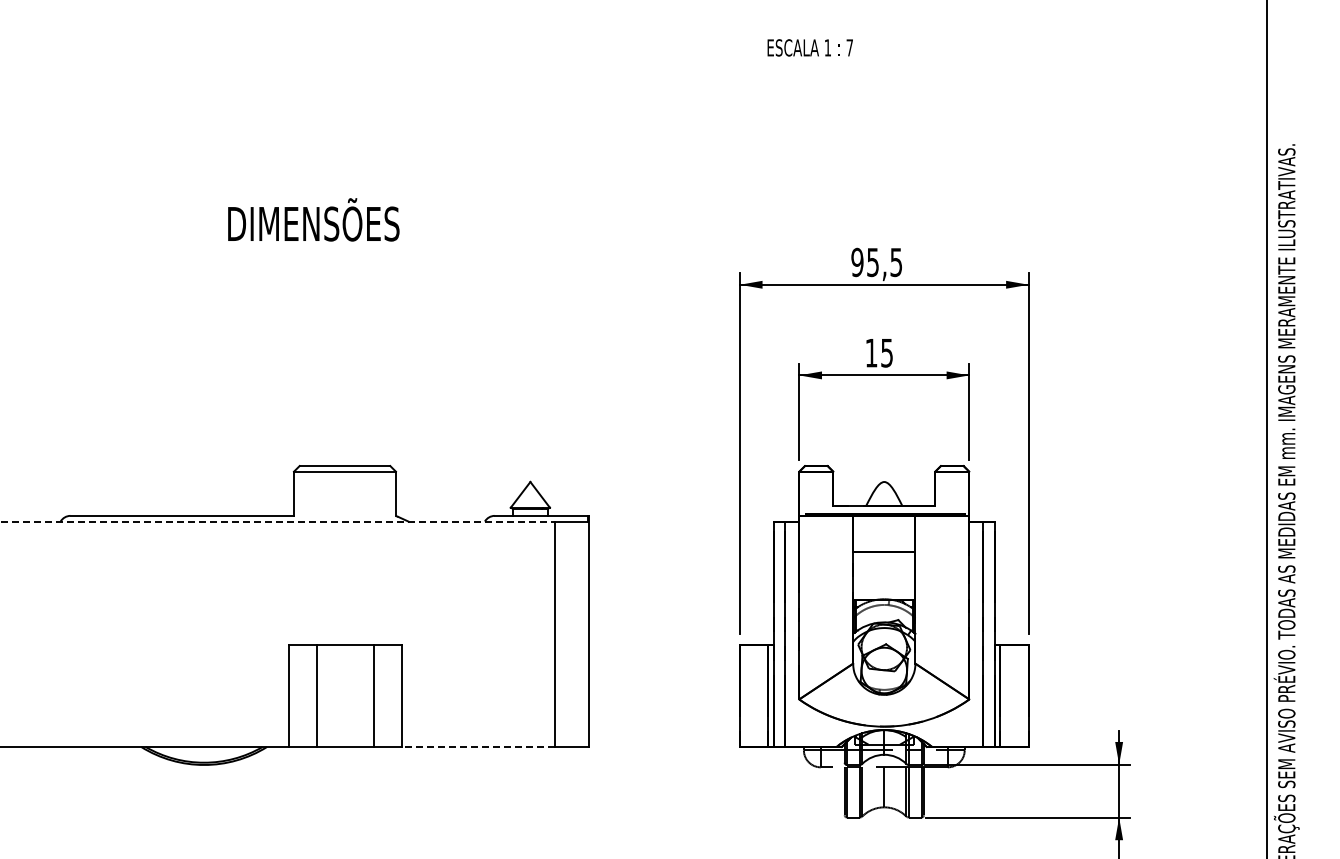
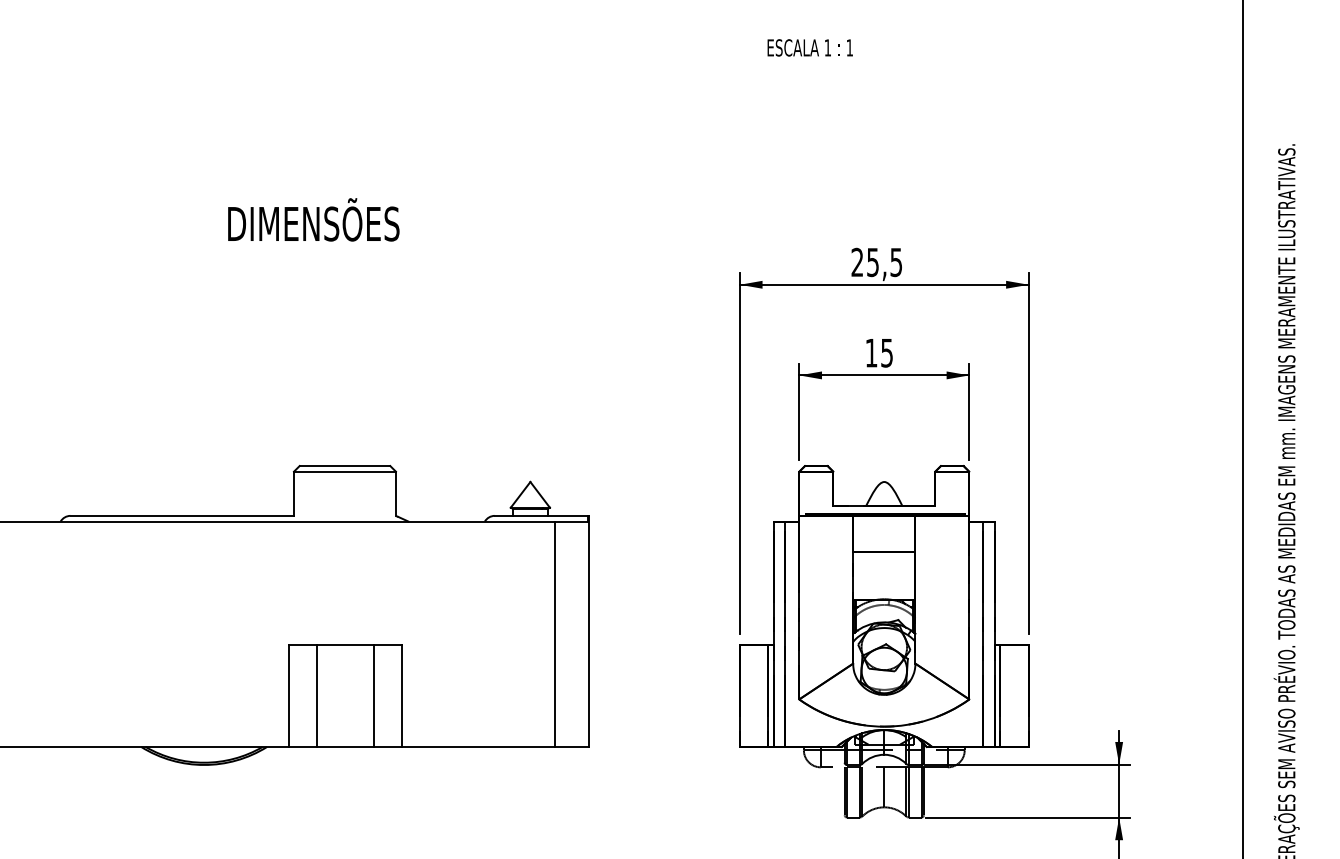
text at (849, 47): 7 -> 1
text at (857, 262): 95,5 -> 25,5
line at (1267, 428) position: (1267, 428) -> (1243, 428)
line at (278, 521): dashed -> solid
line at (478, 746): dashed -> solid
